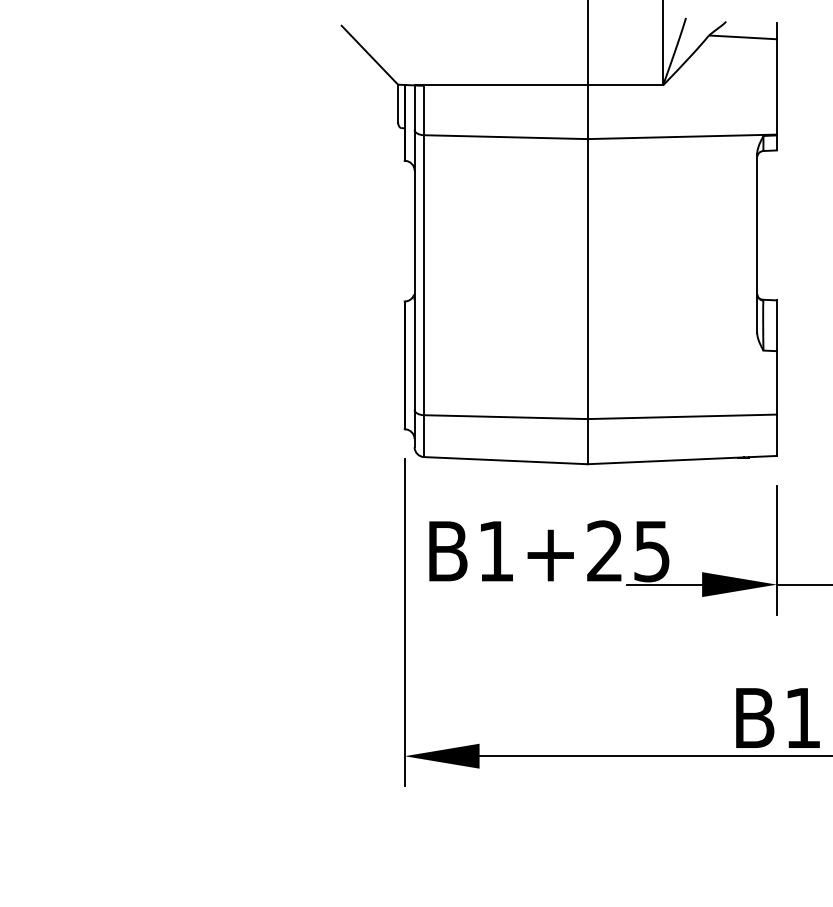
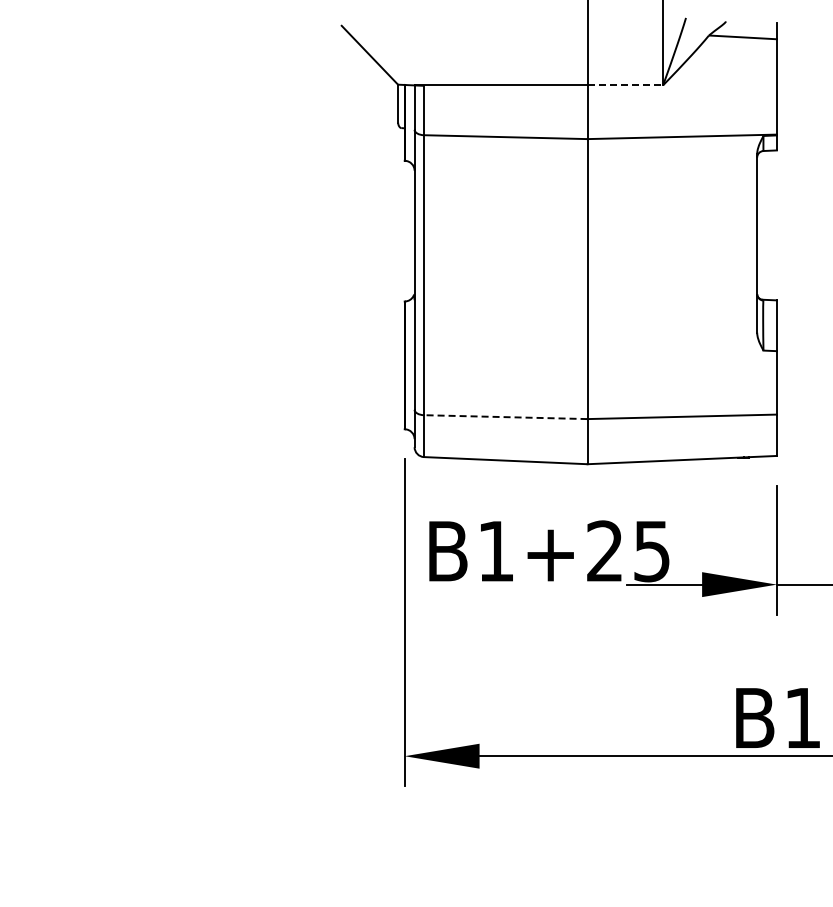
line at (625, 85): solid -> dashed
line at (505, 417): solid -> dashed
